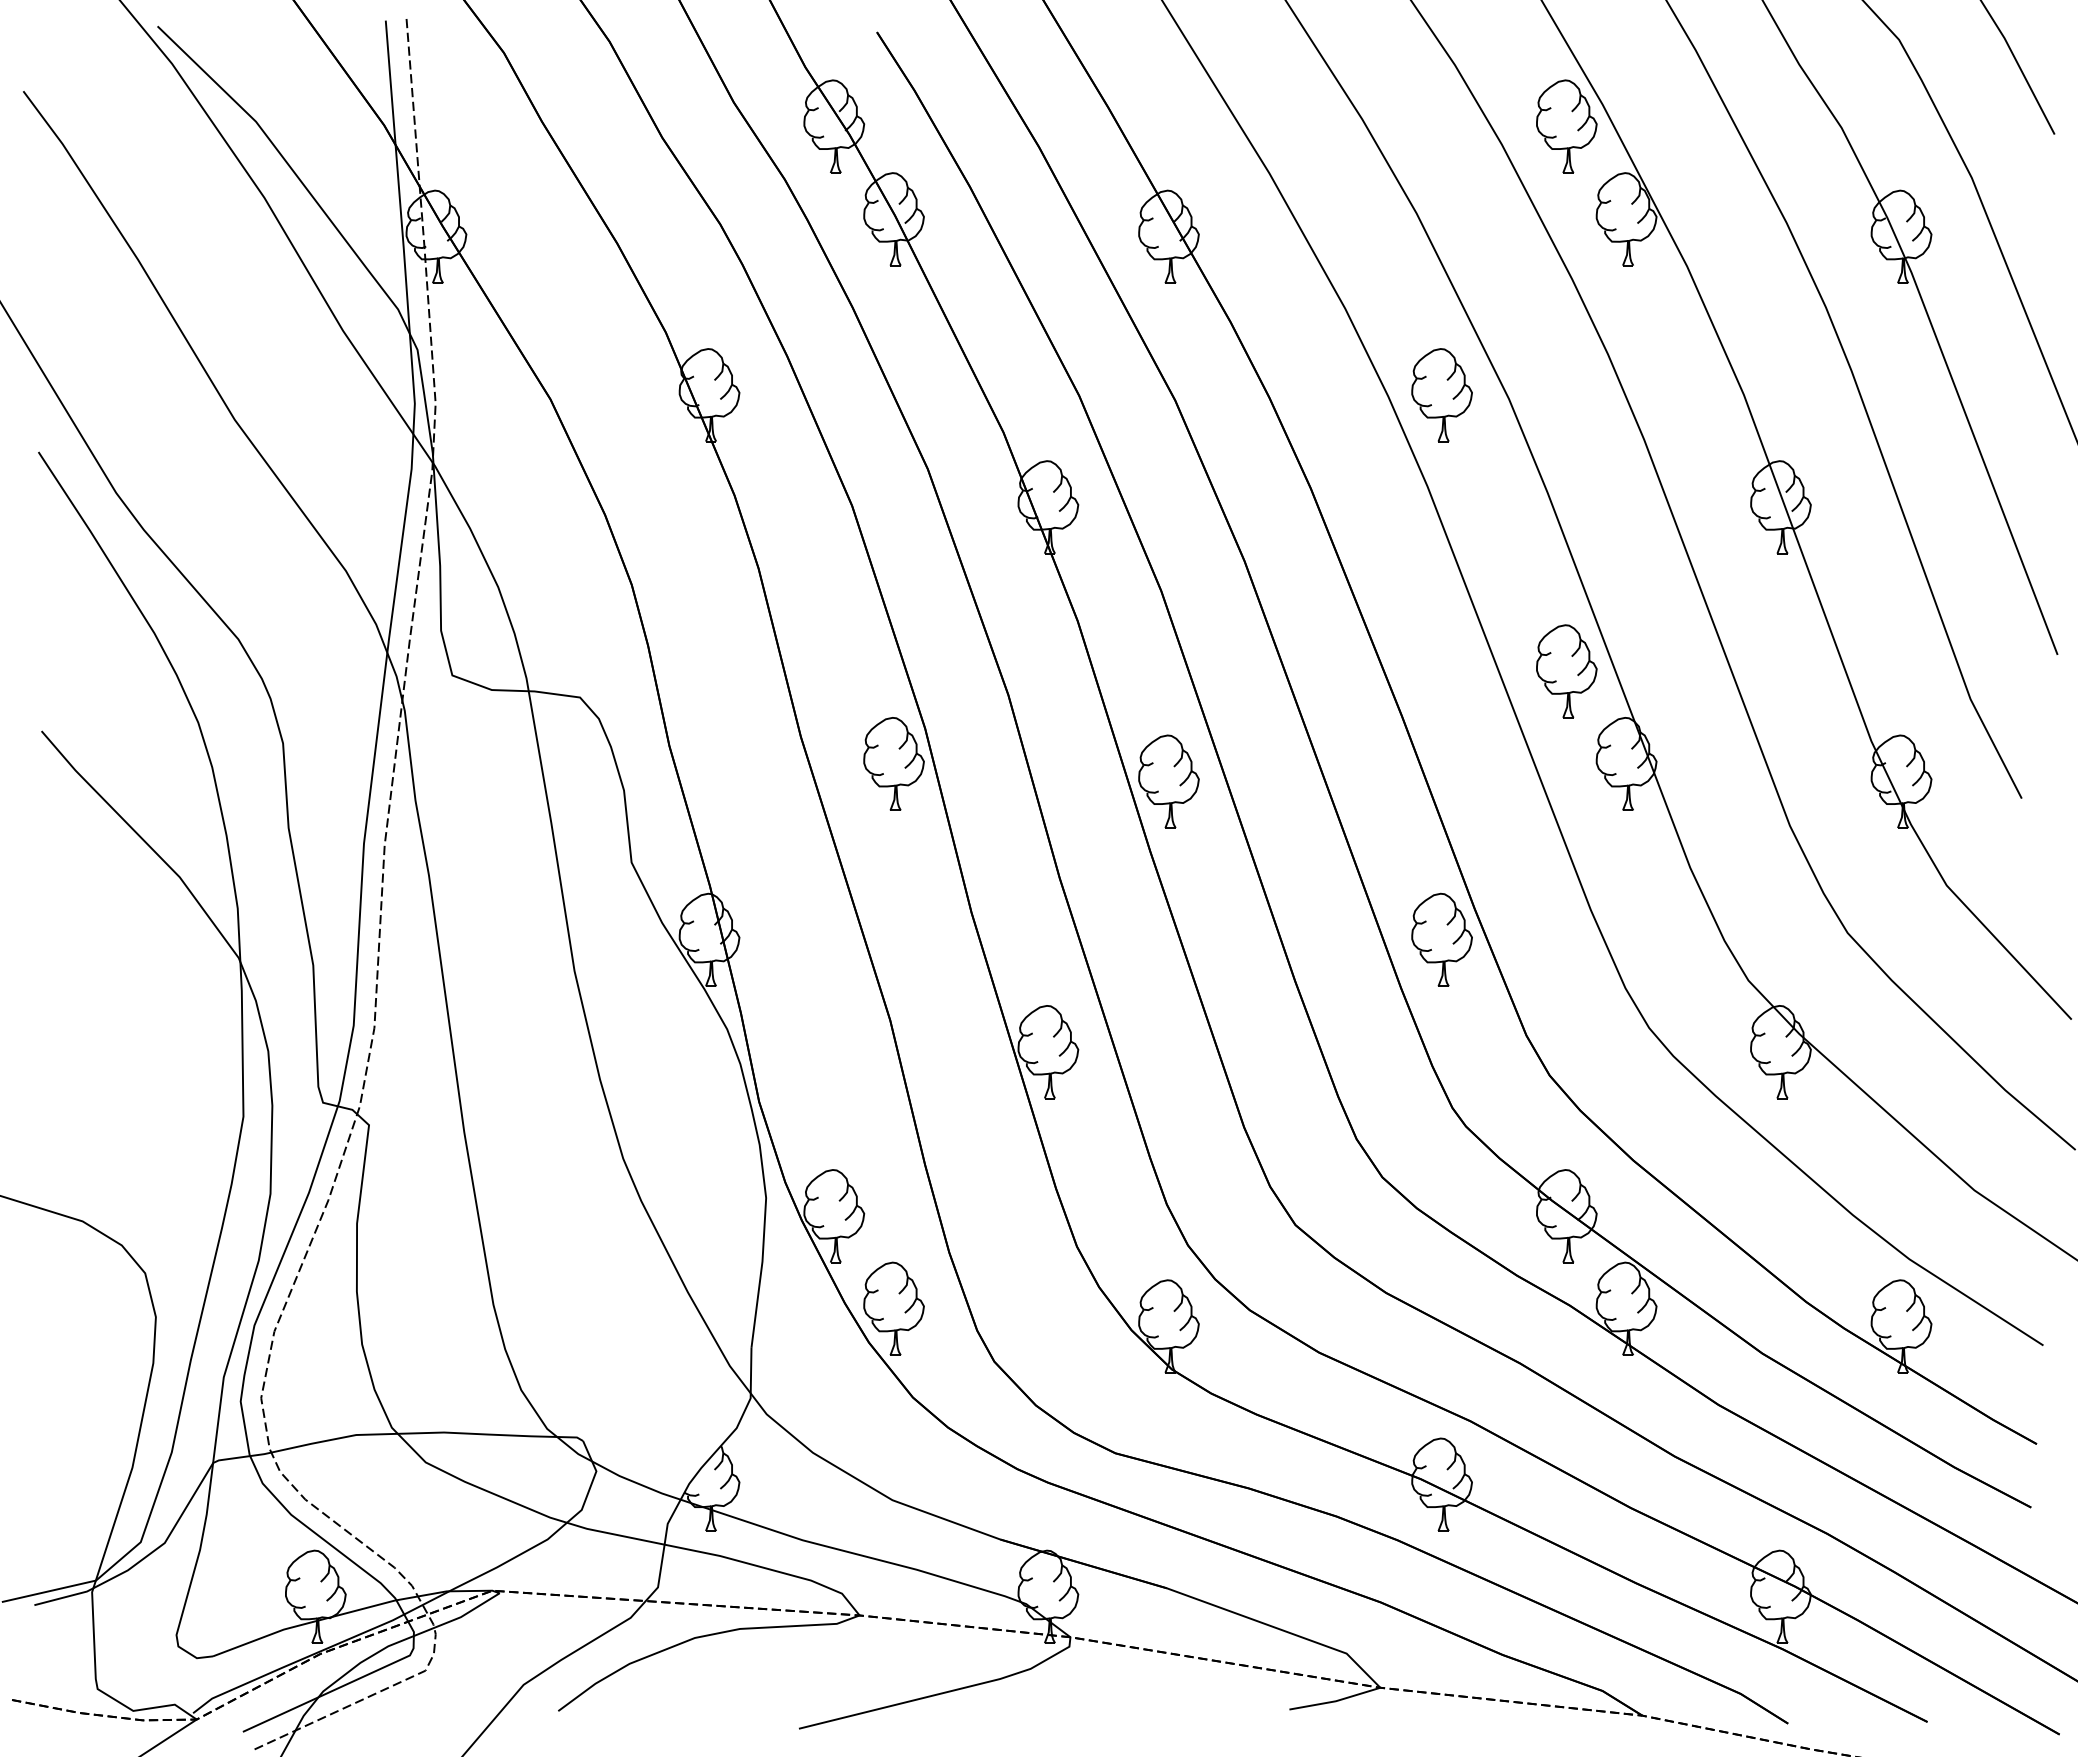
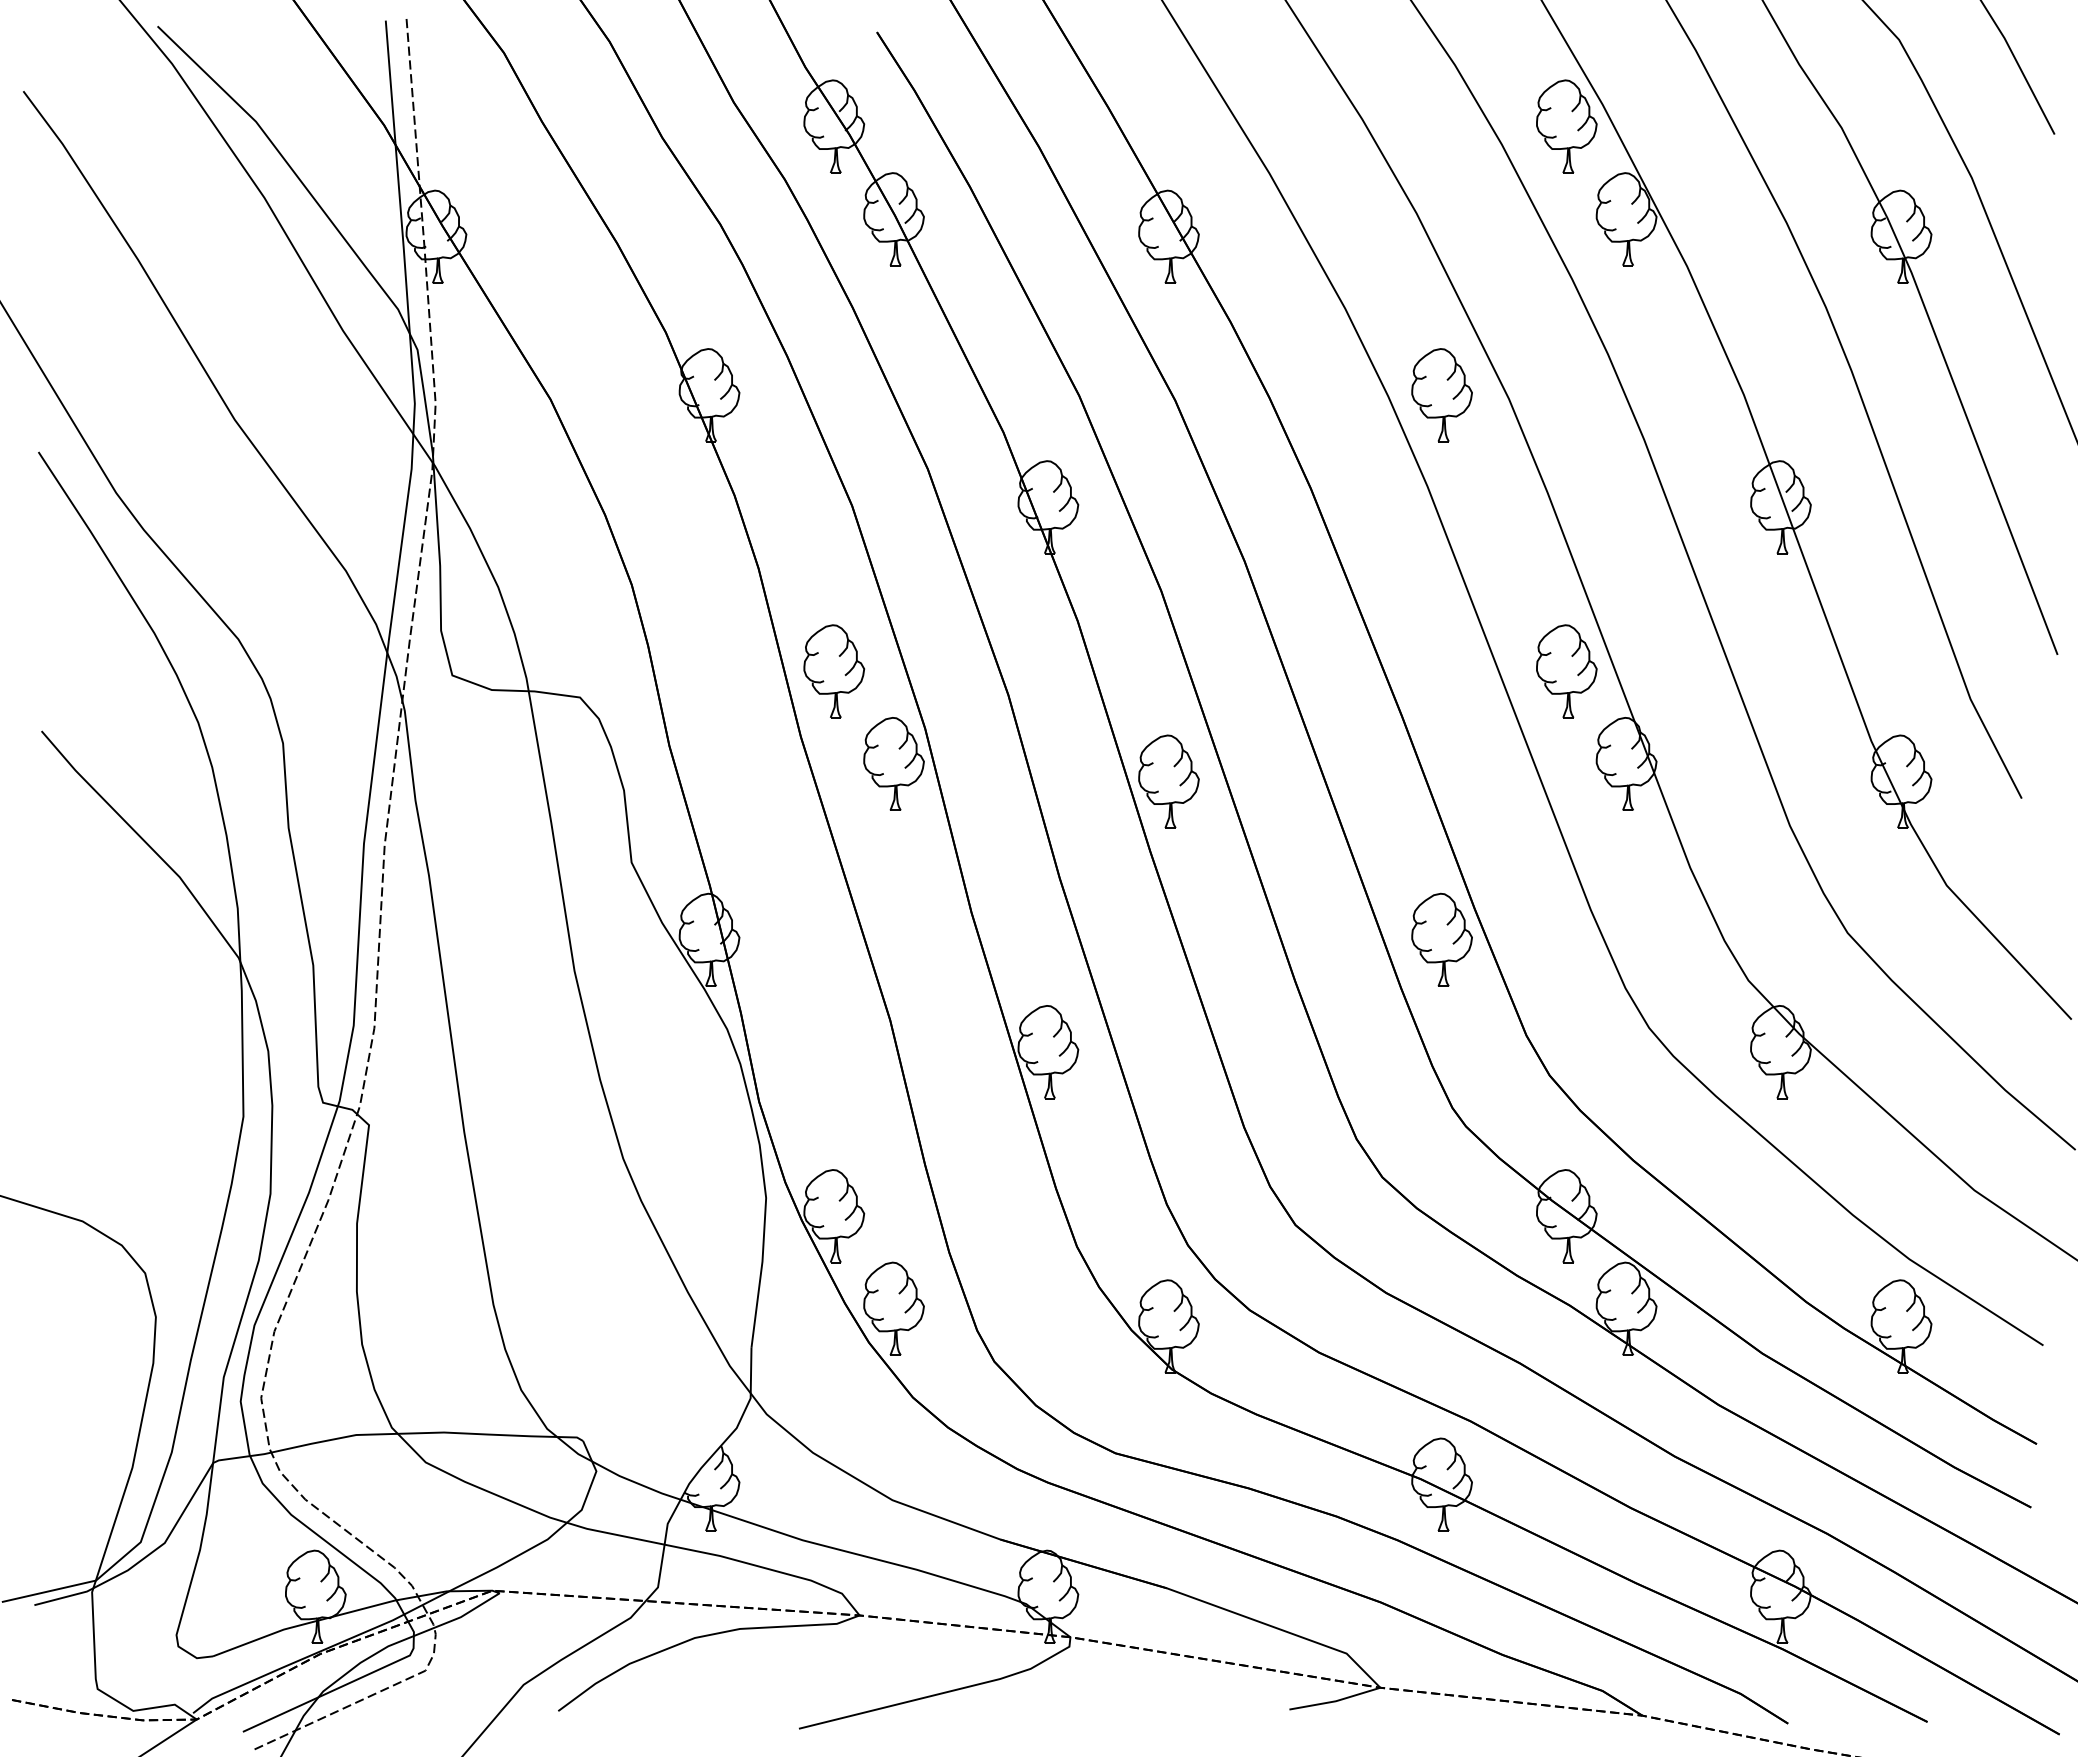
part at (834, 671): none -> present
